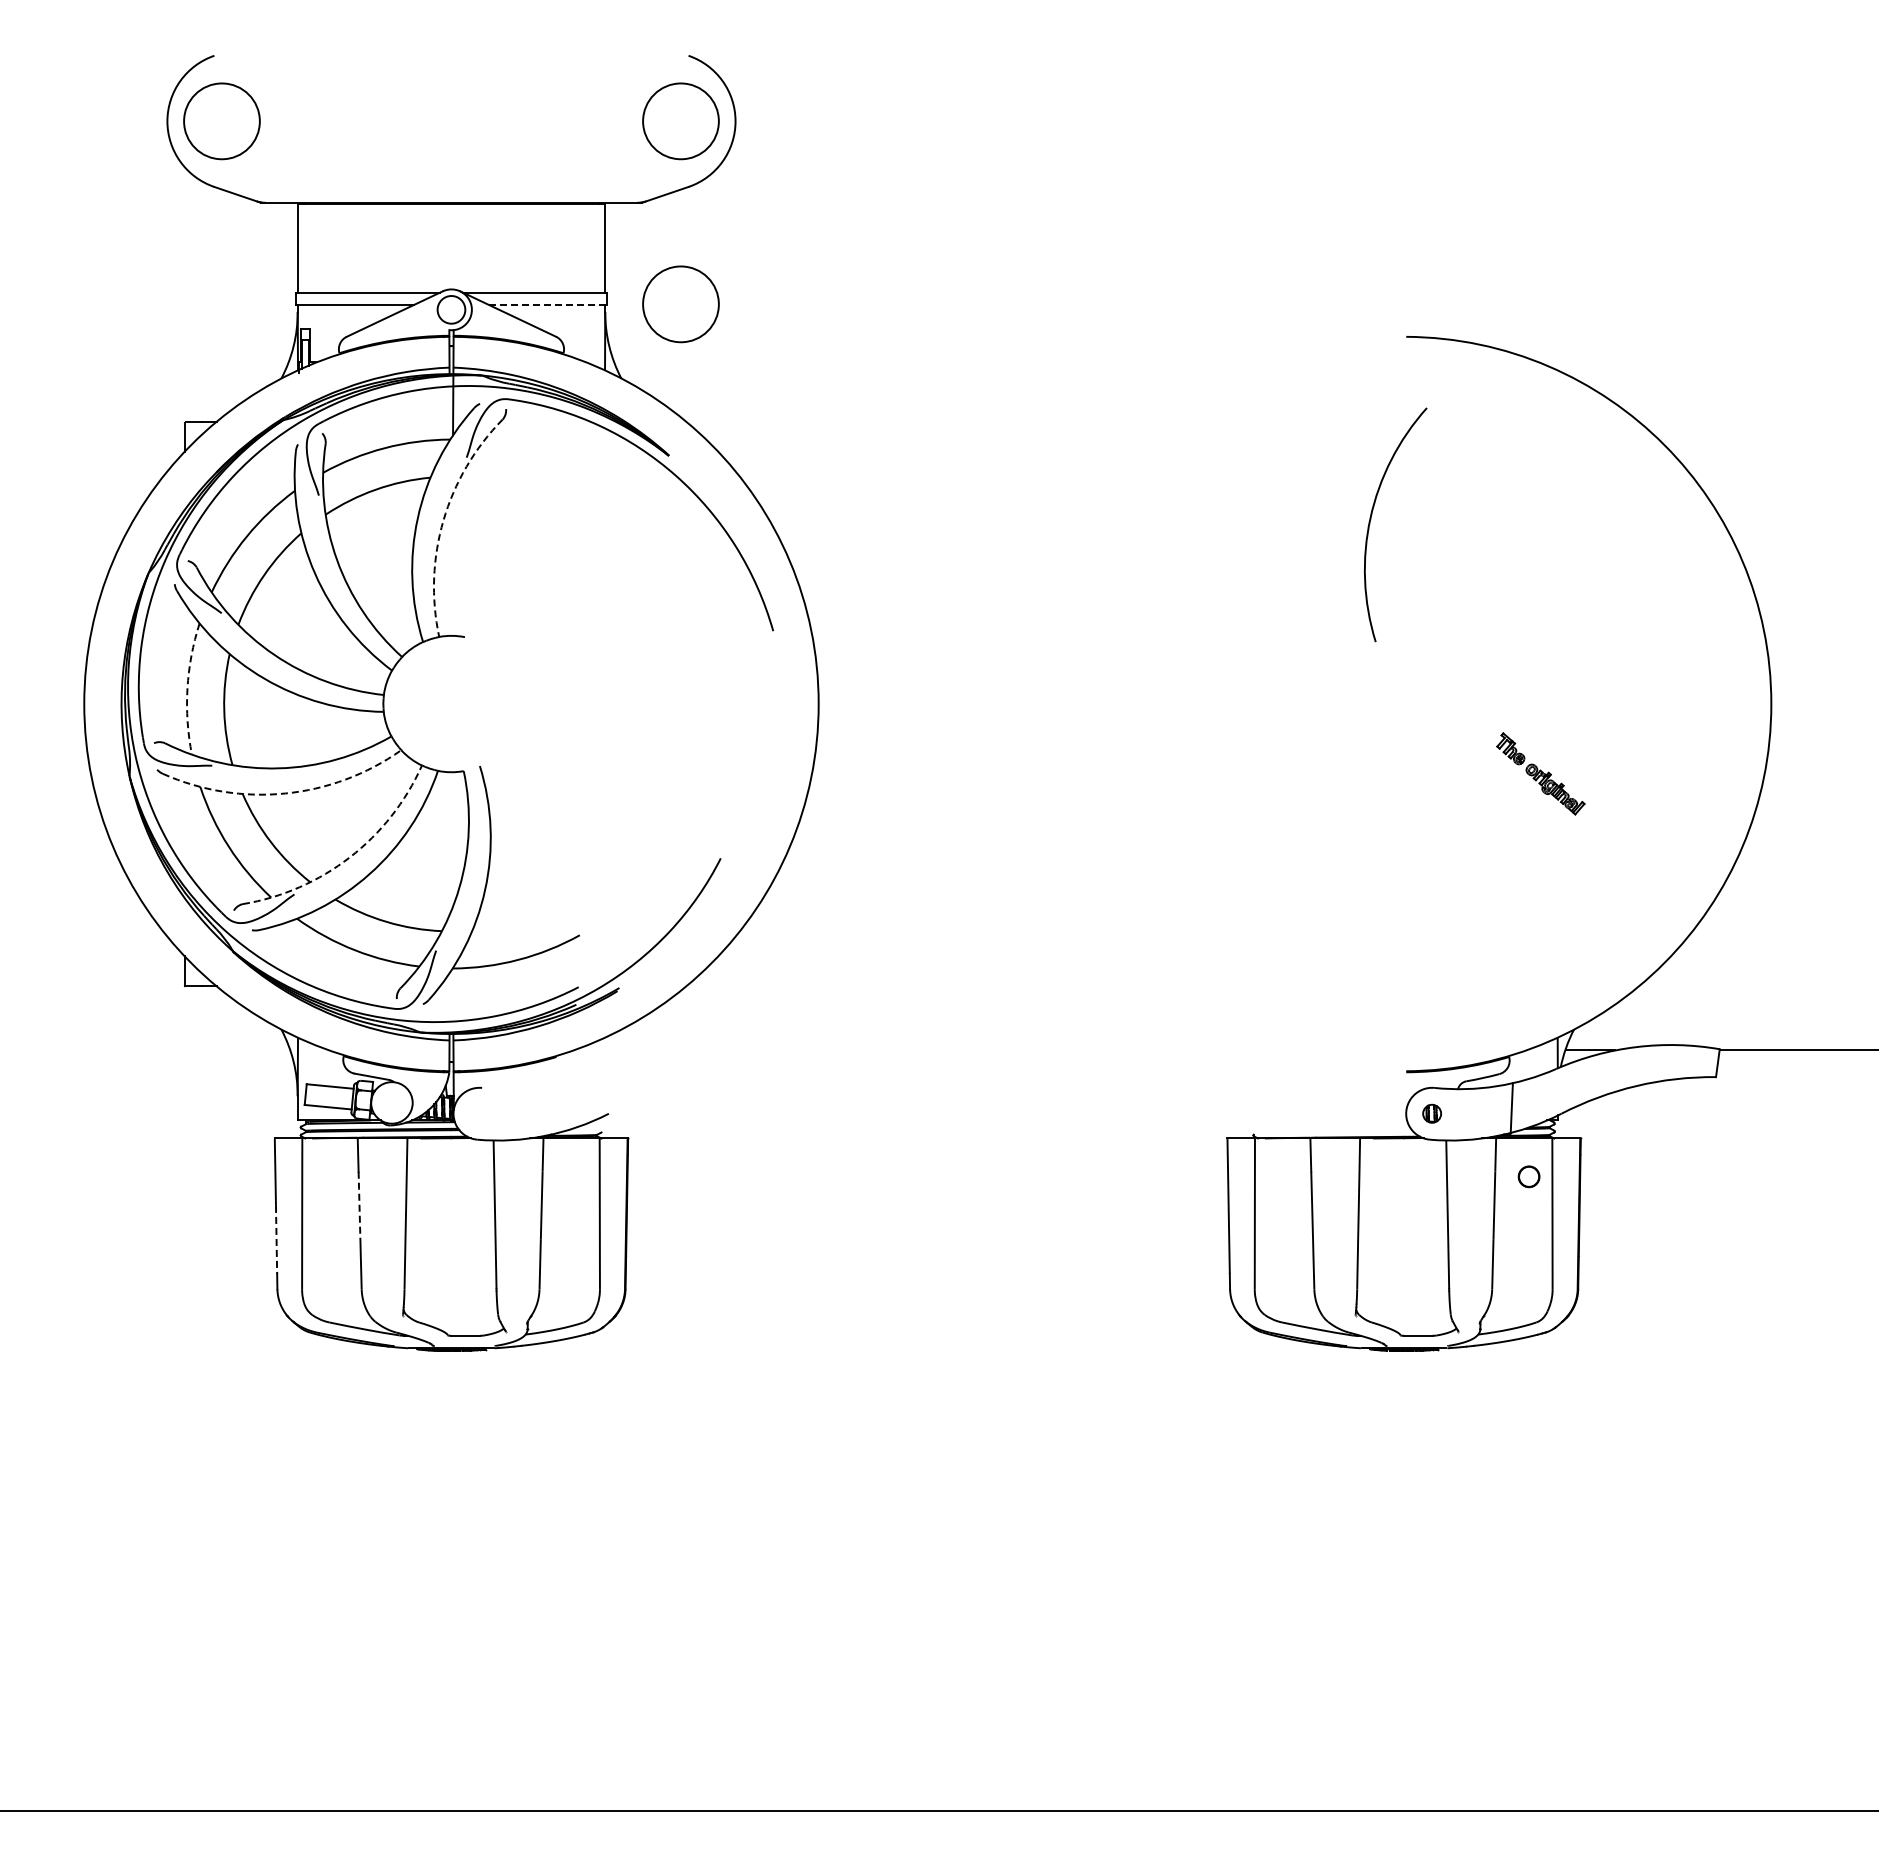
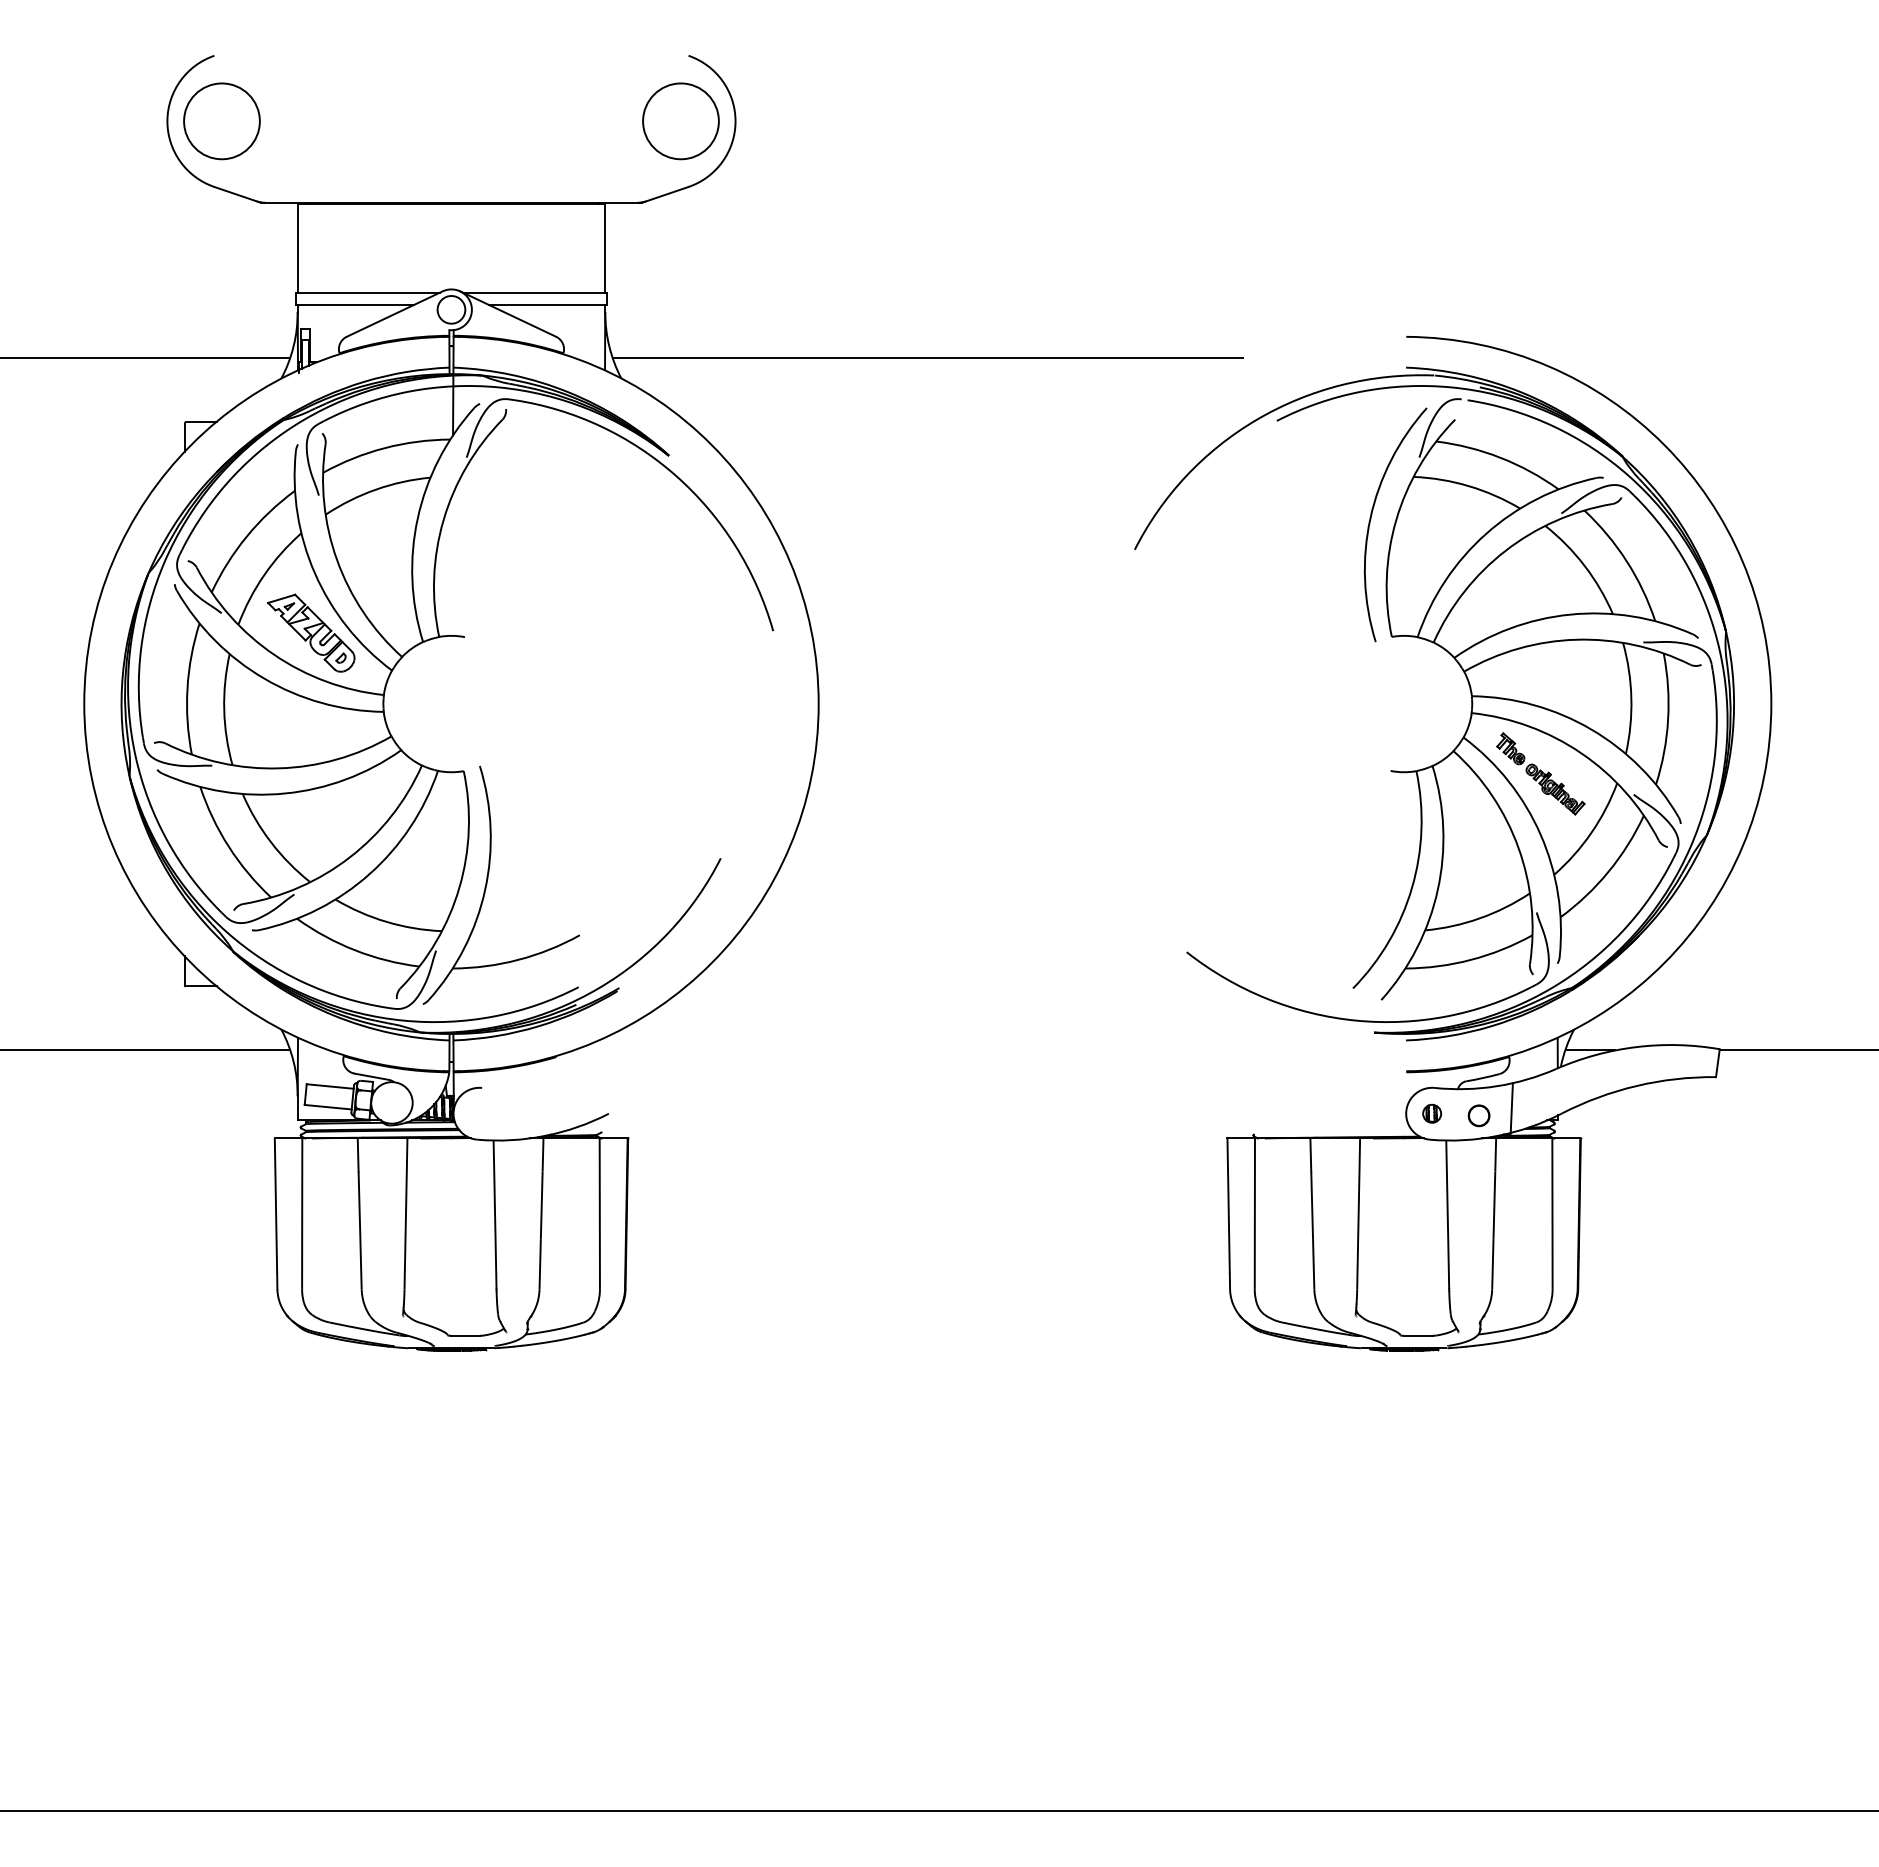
line at (548, 304): dashed -> solid
circle at (680, 304): present -> none
line at (145, 357): none -> present
line at (927, 357): none -> present
arc at (443, 520): dashed -> solid
part at (311, 632): none -> present
arc at (187, 688): dashed -> solid
part at (1470, 695): none -> present
arc at (285, 793): dashed -> solid
arc at (349, 857): dashed -> solid
line at (145, 1050): none -> present
part at (1528, 1176) position: (1528, 1176) -> (1478, 1115)
line at (359, 1205): dashed -> solid
line at (276, 1239): dashed -> solid
